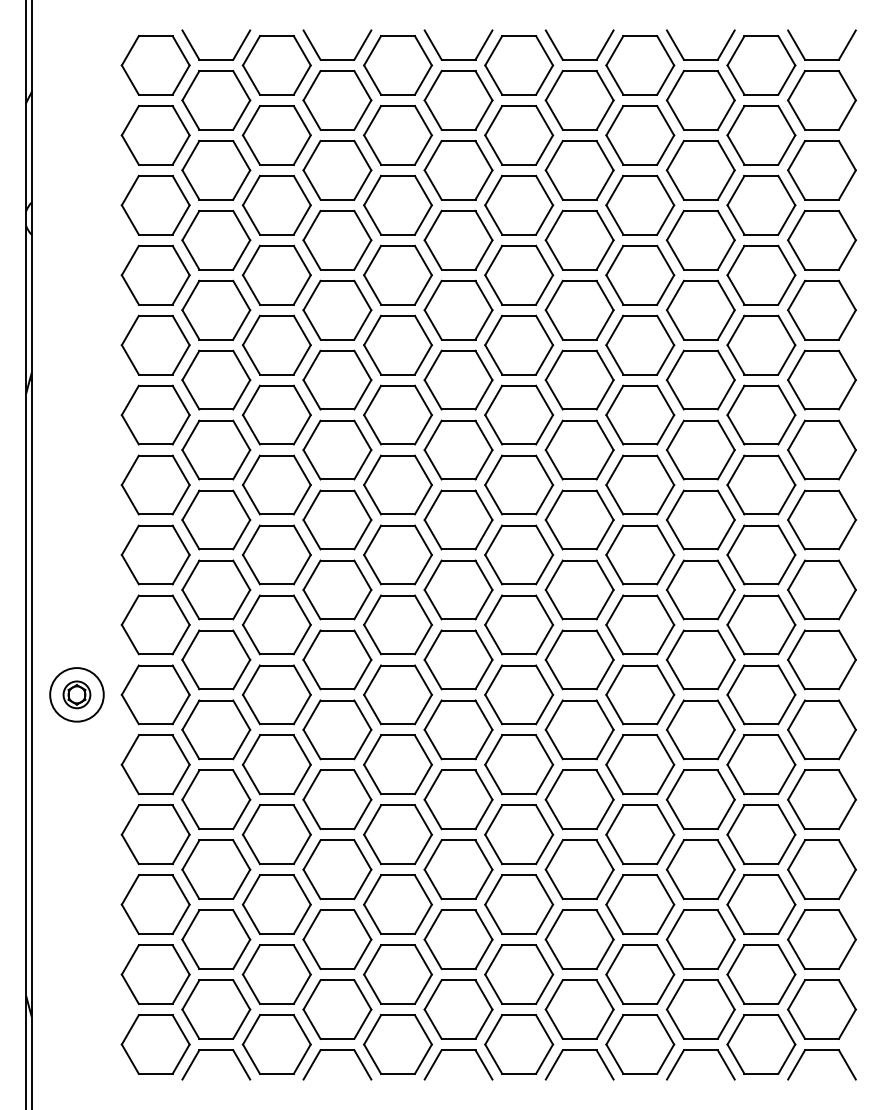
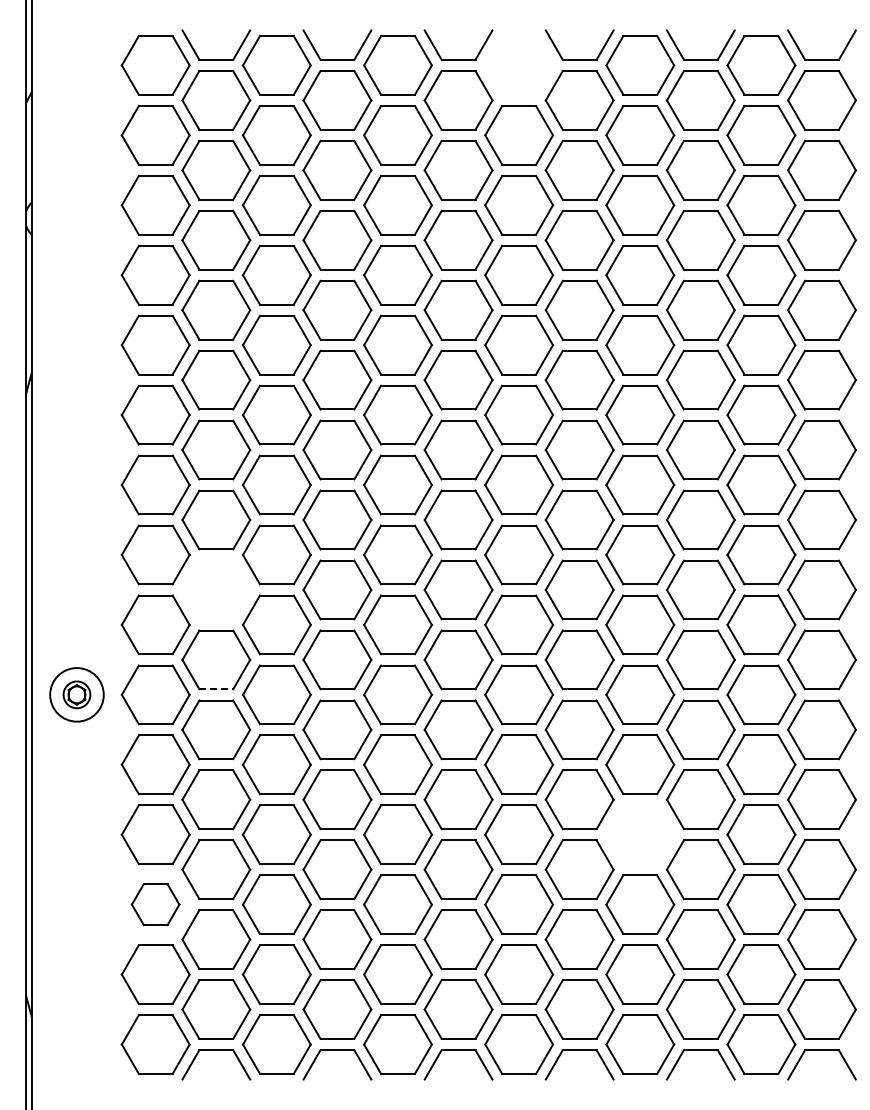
part at (519, 65): present -> none
part at (216, 589): present -> none
line at (216, 689): solid -> dashed
part at (640, 834): present -> none
part at (155, 904) size: 71x61 px -> 51x44 px
